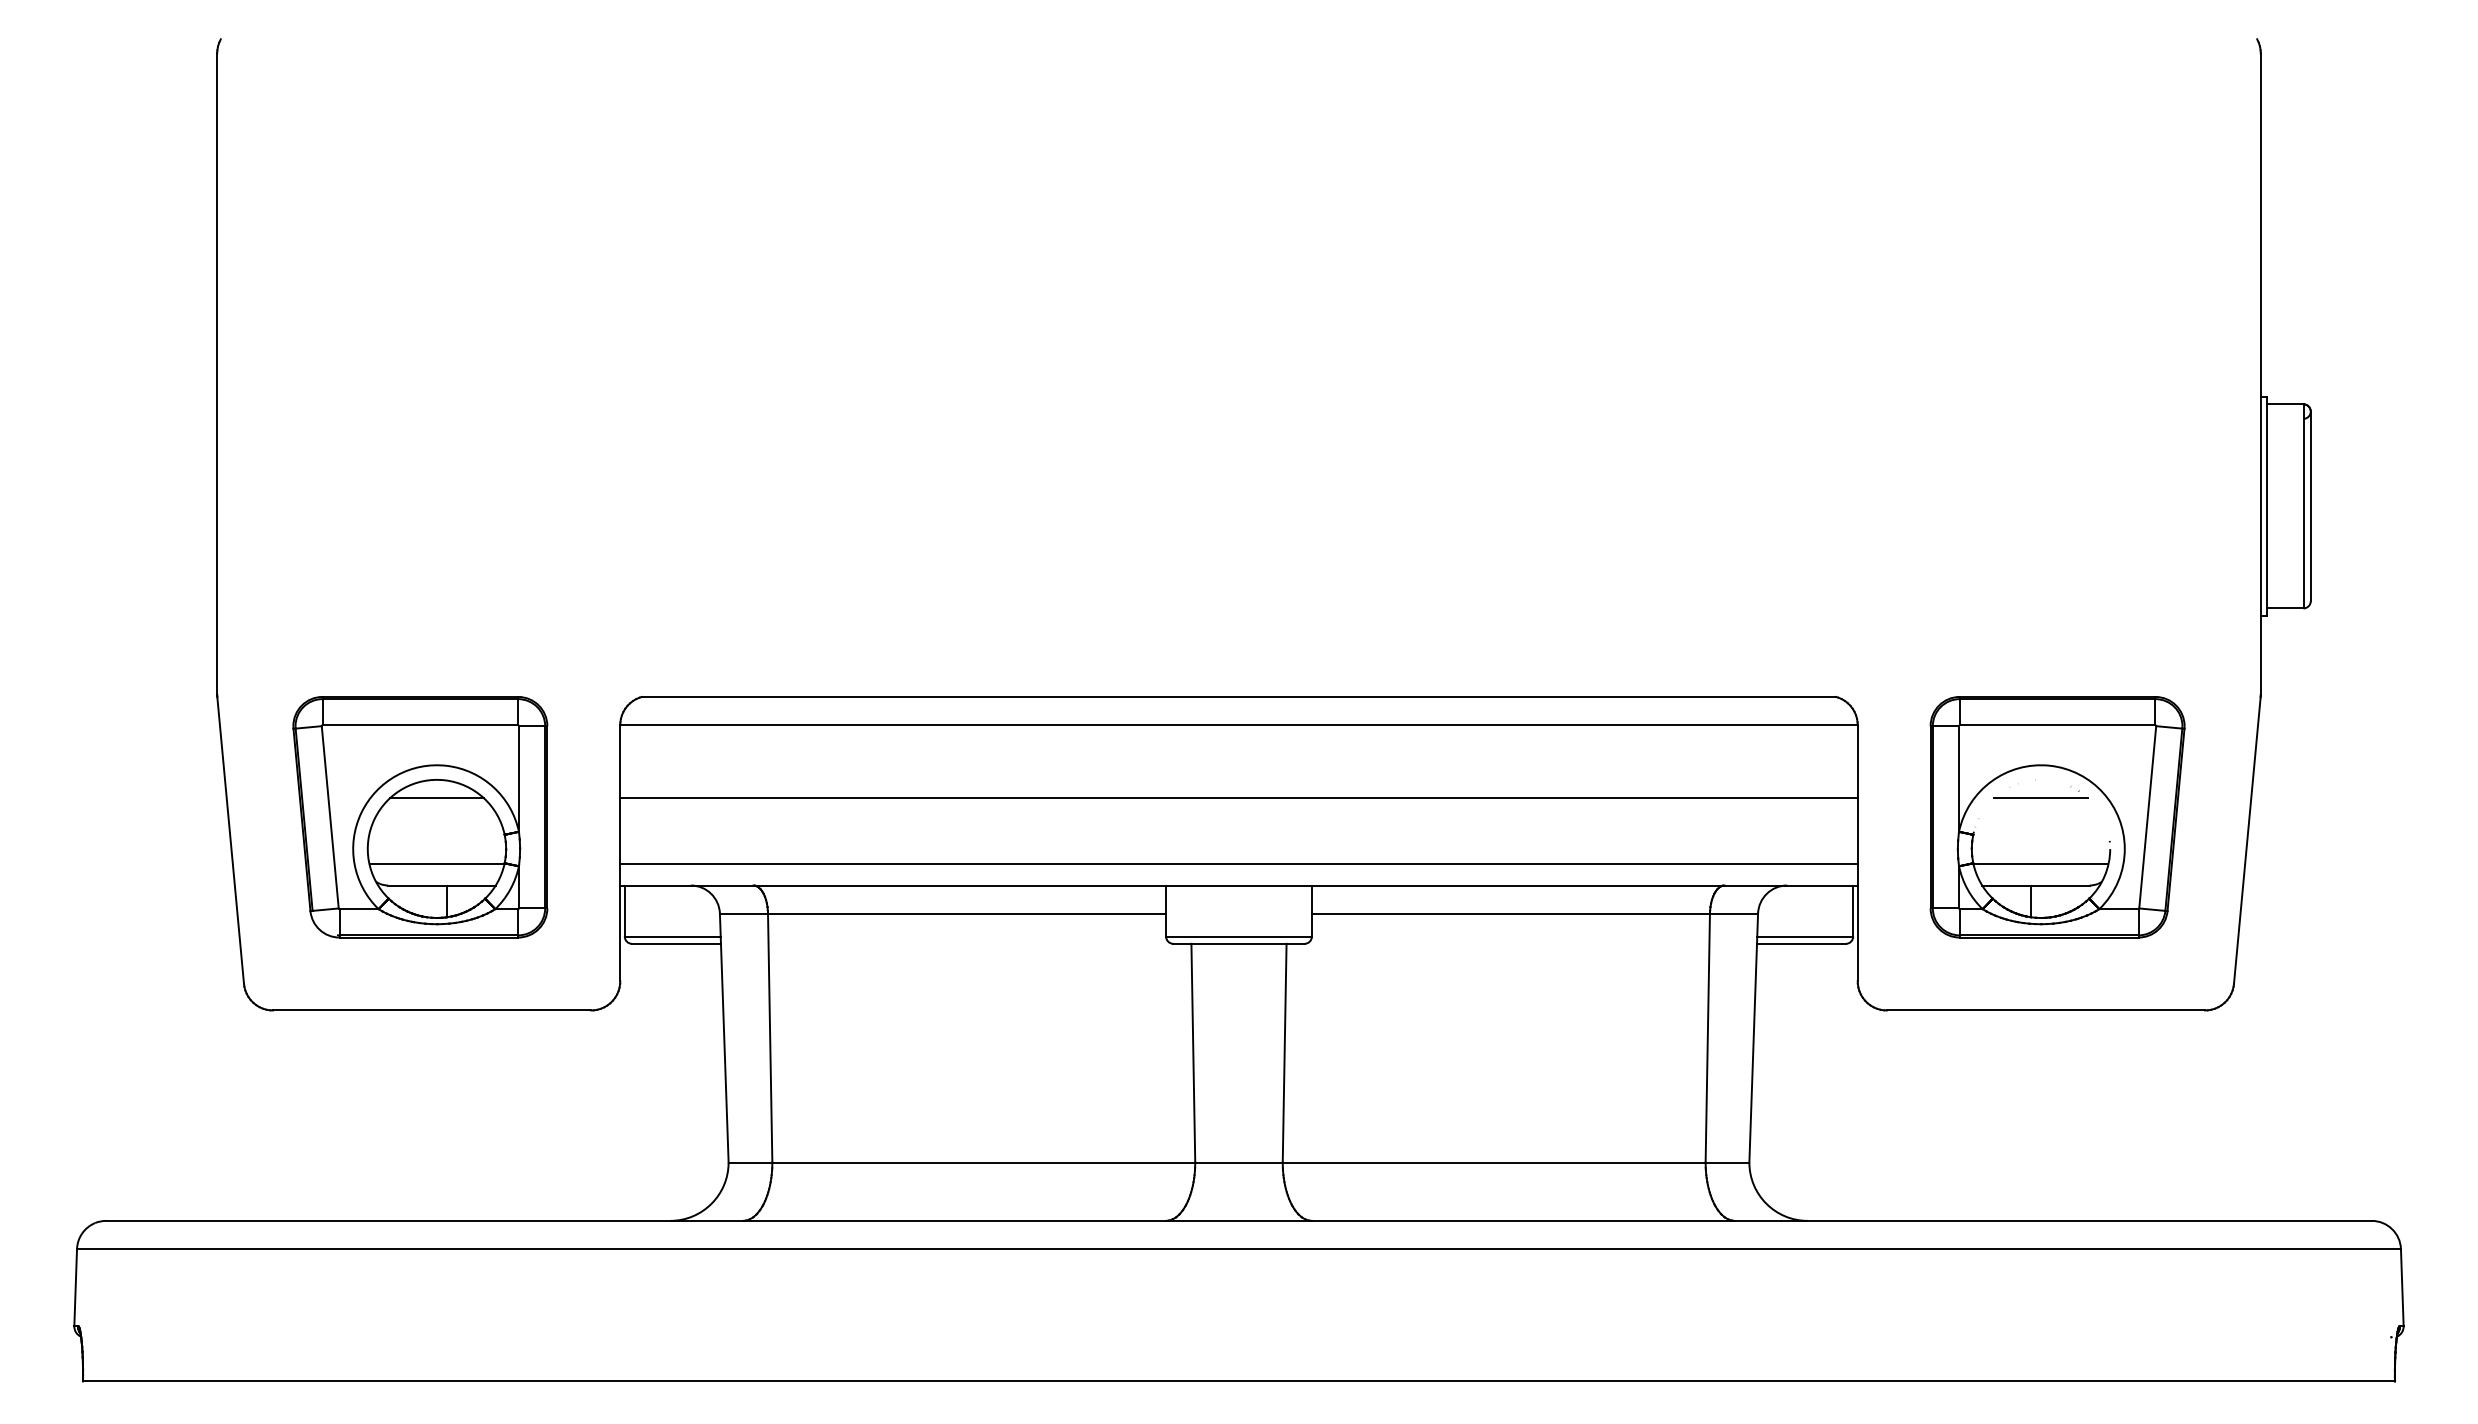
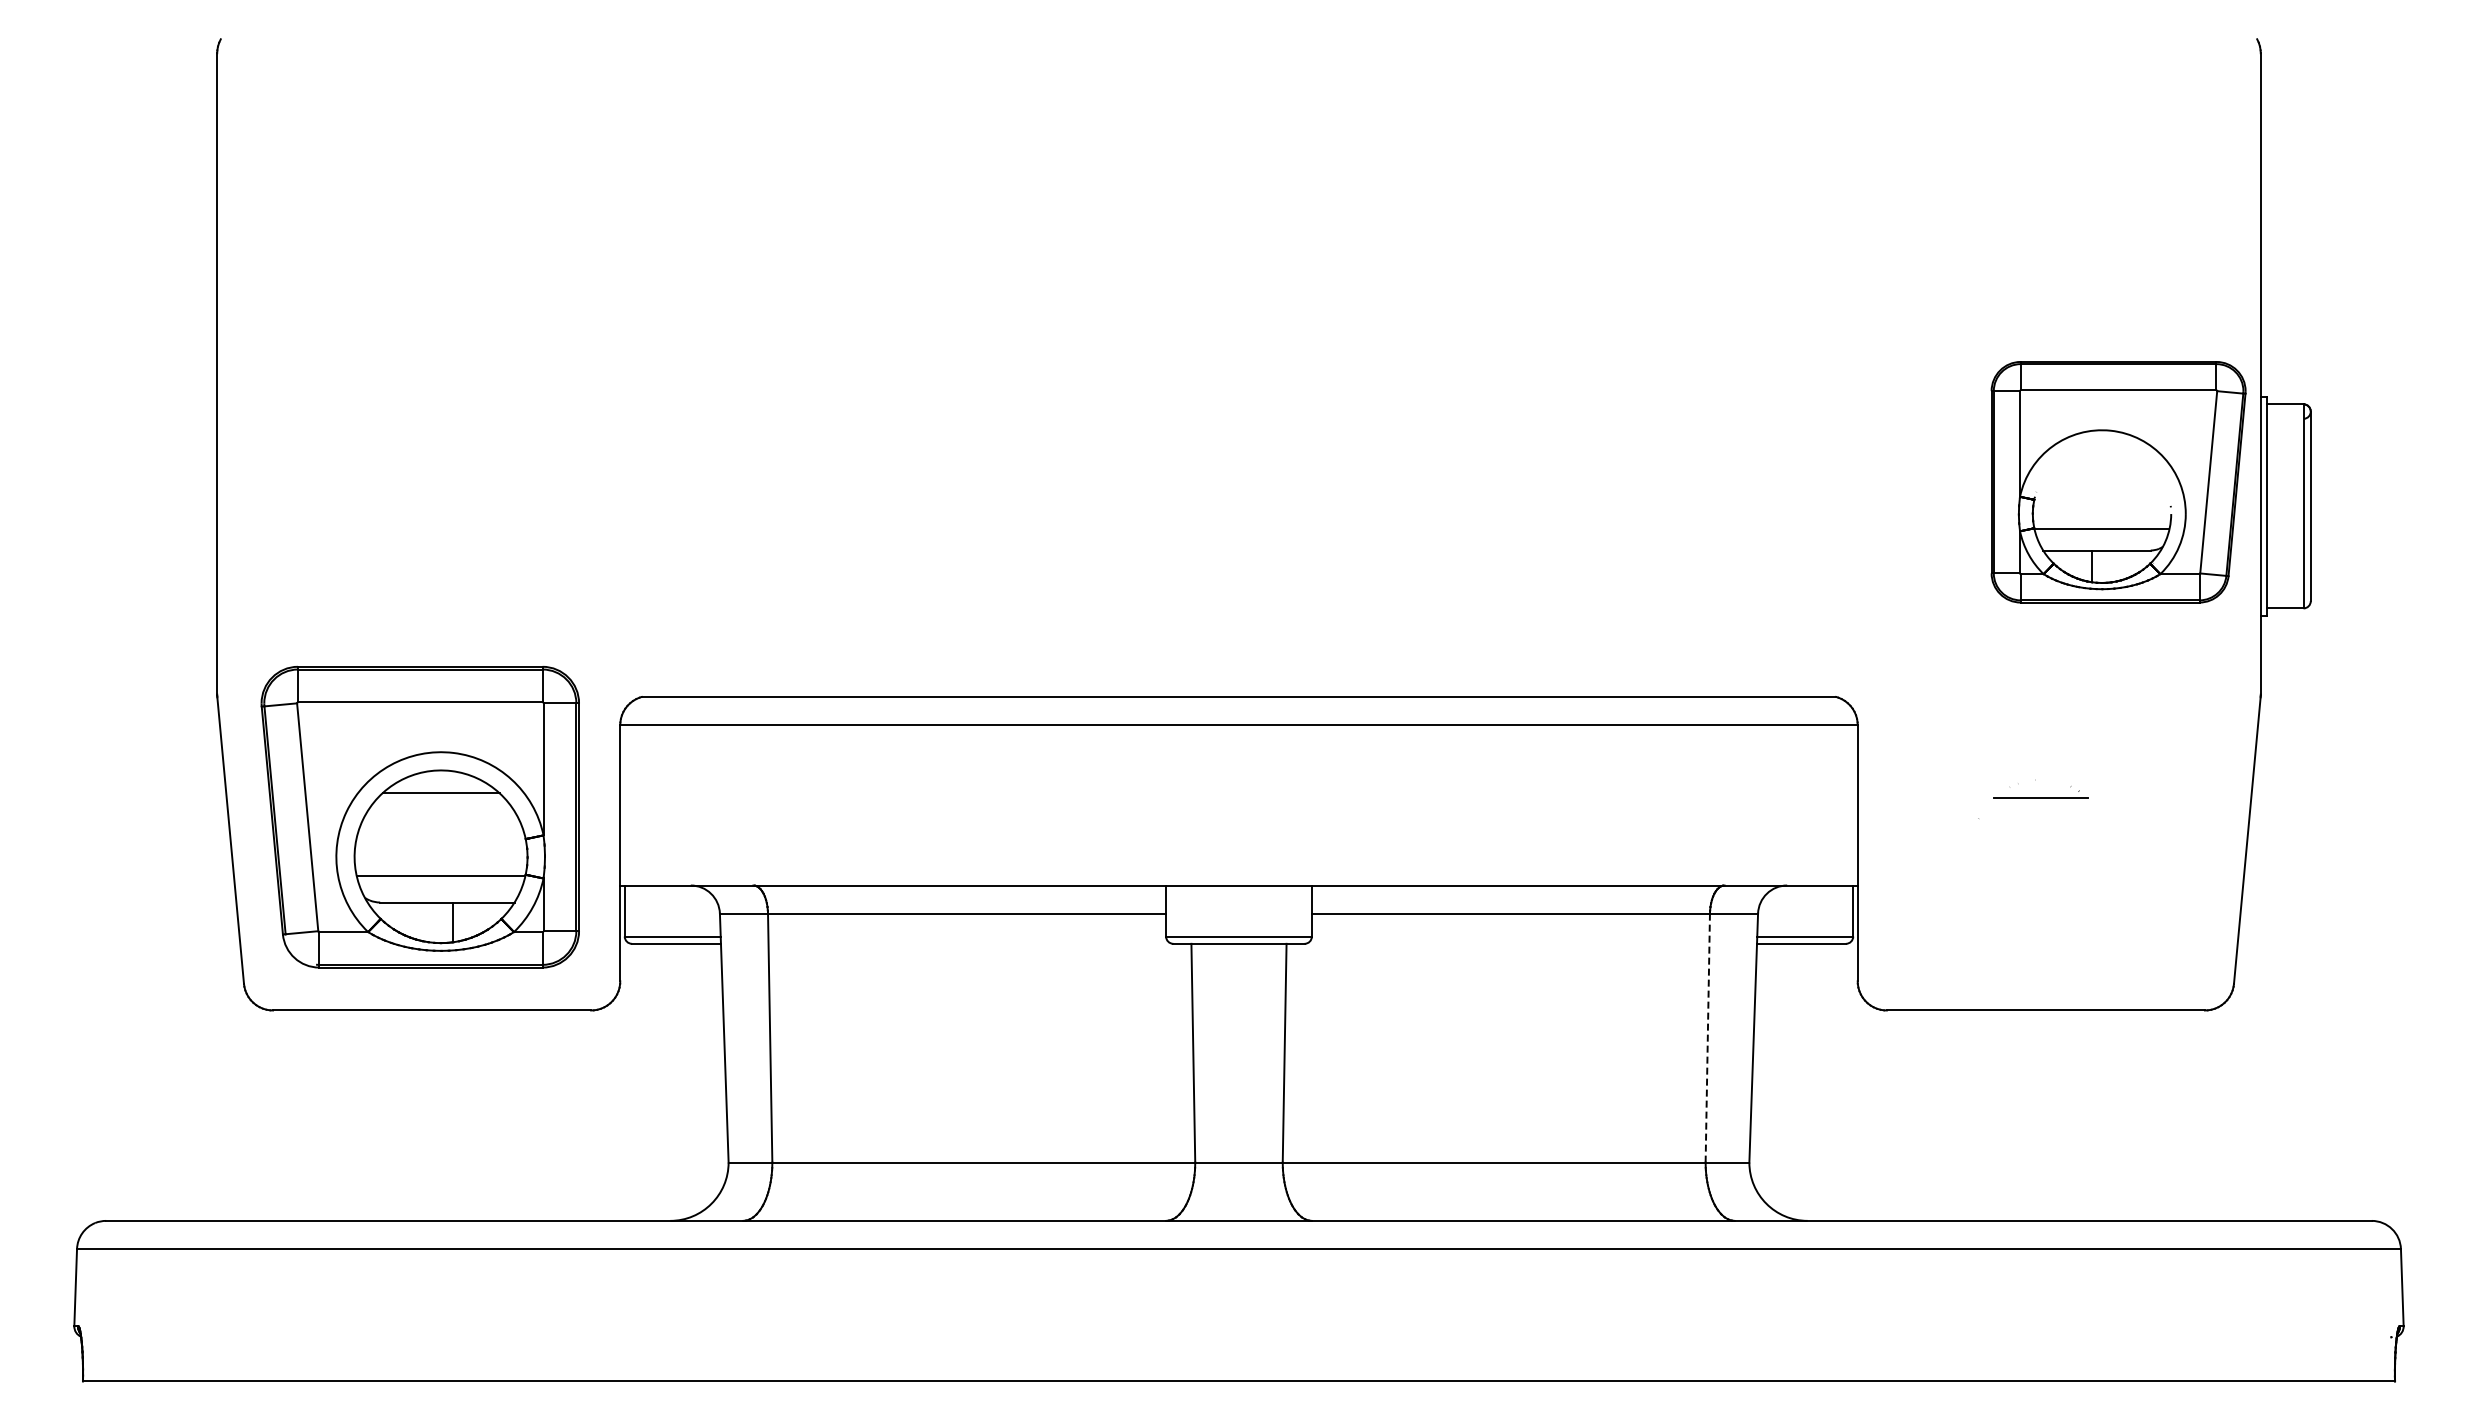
line at (1238, 798): present -> none
part at (420, 817) size: 257x243 px -> 320x304 px
part at (2057, 817) position: (2057, 817) -> (2118, 482)
line at (1238, 864): present -> none
line at (1707, 1038): solid -> dashed
